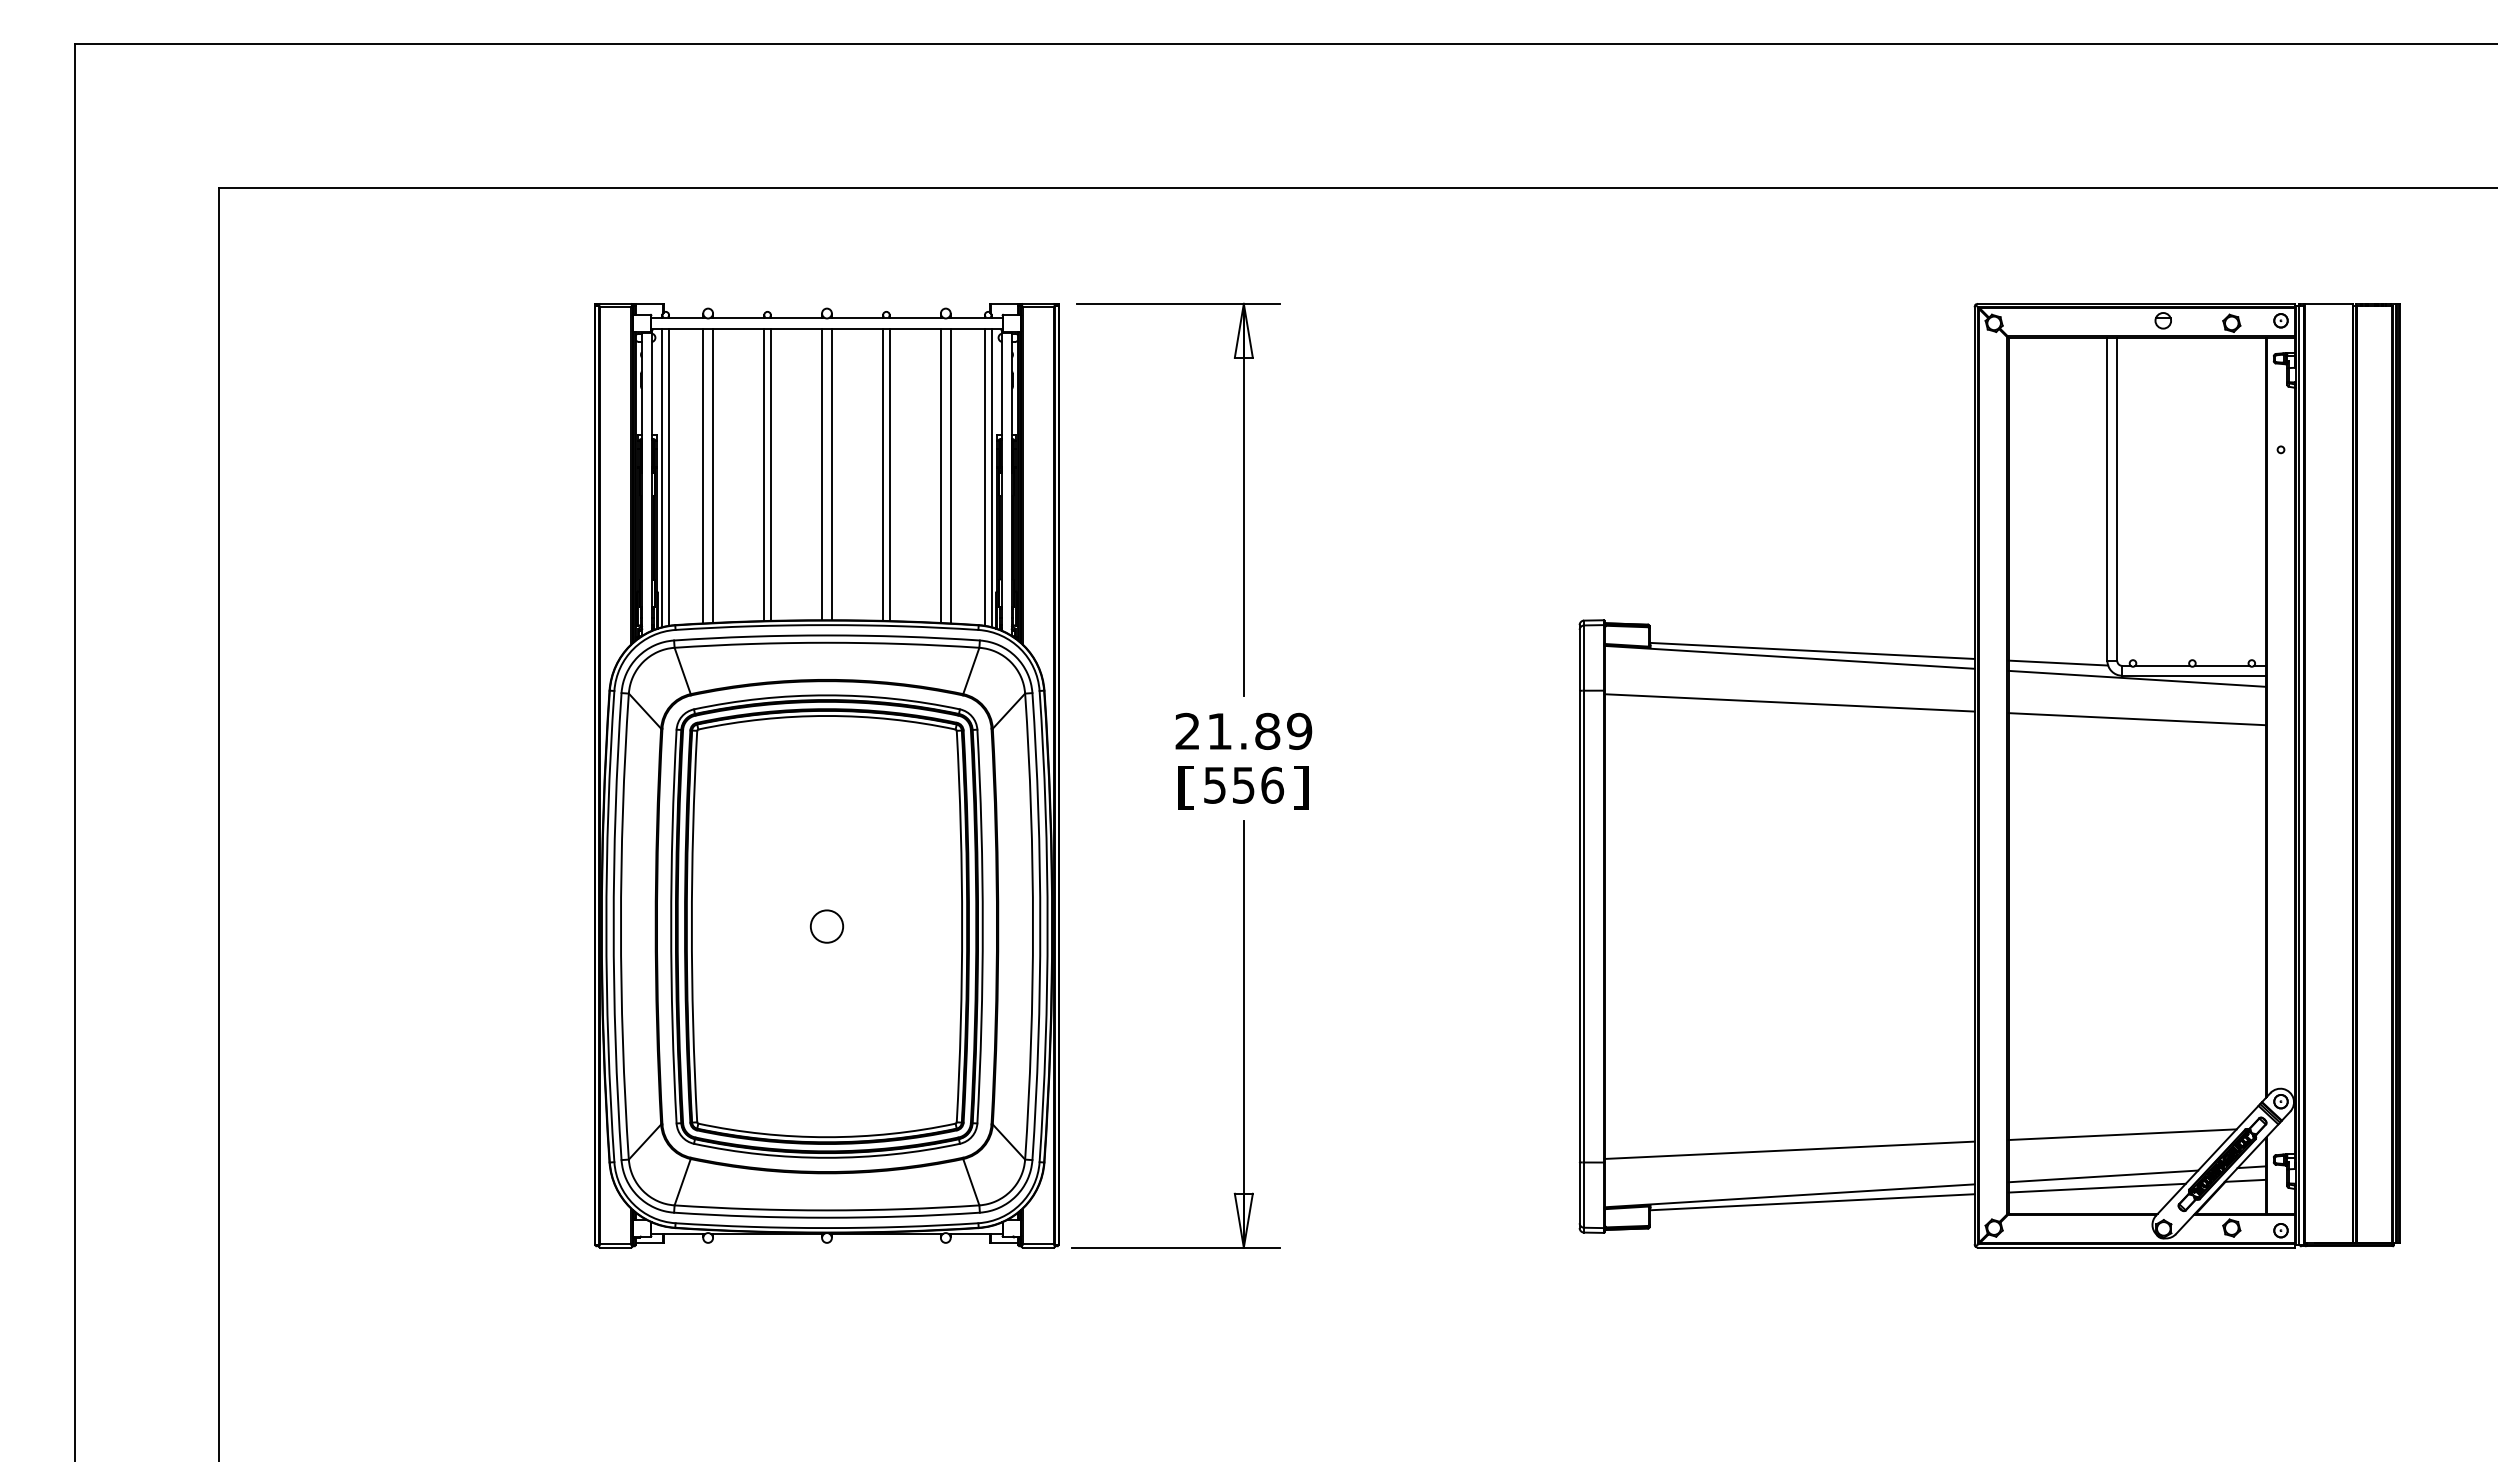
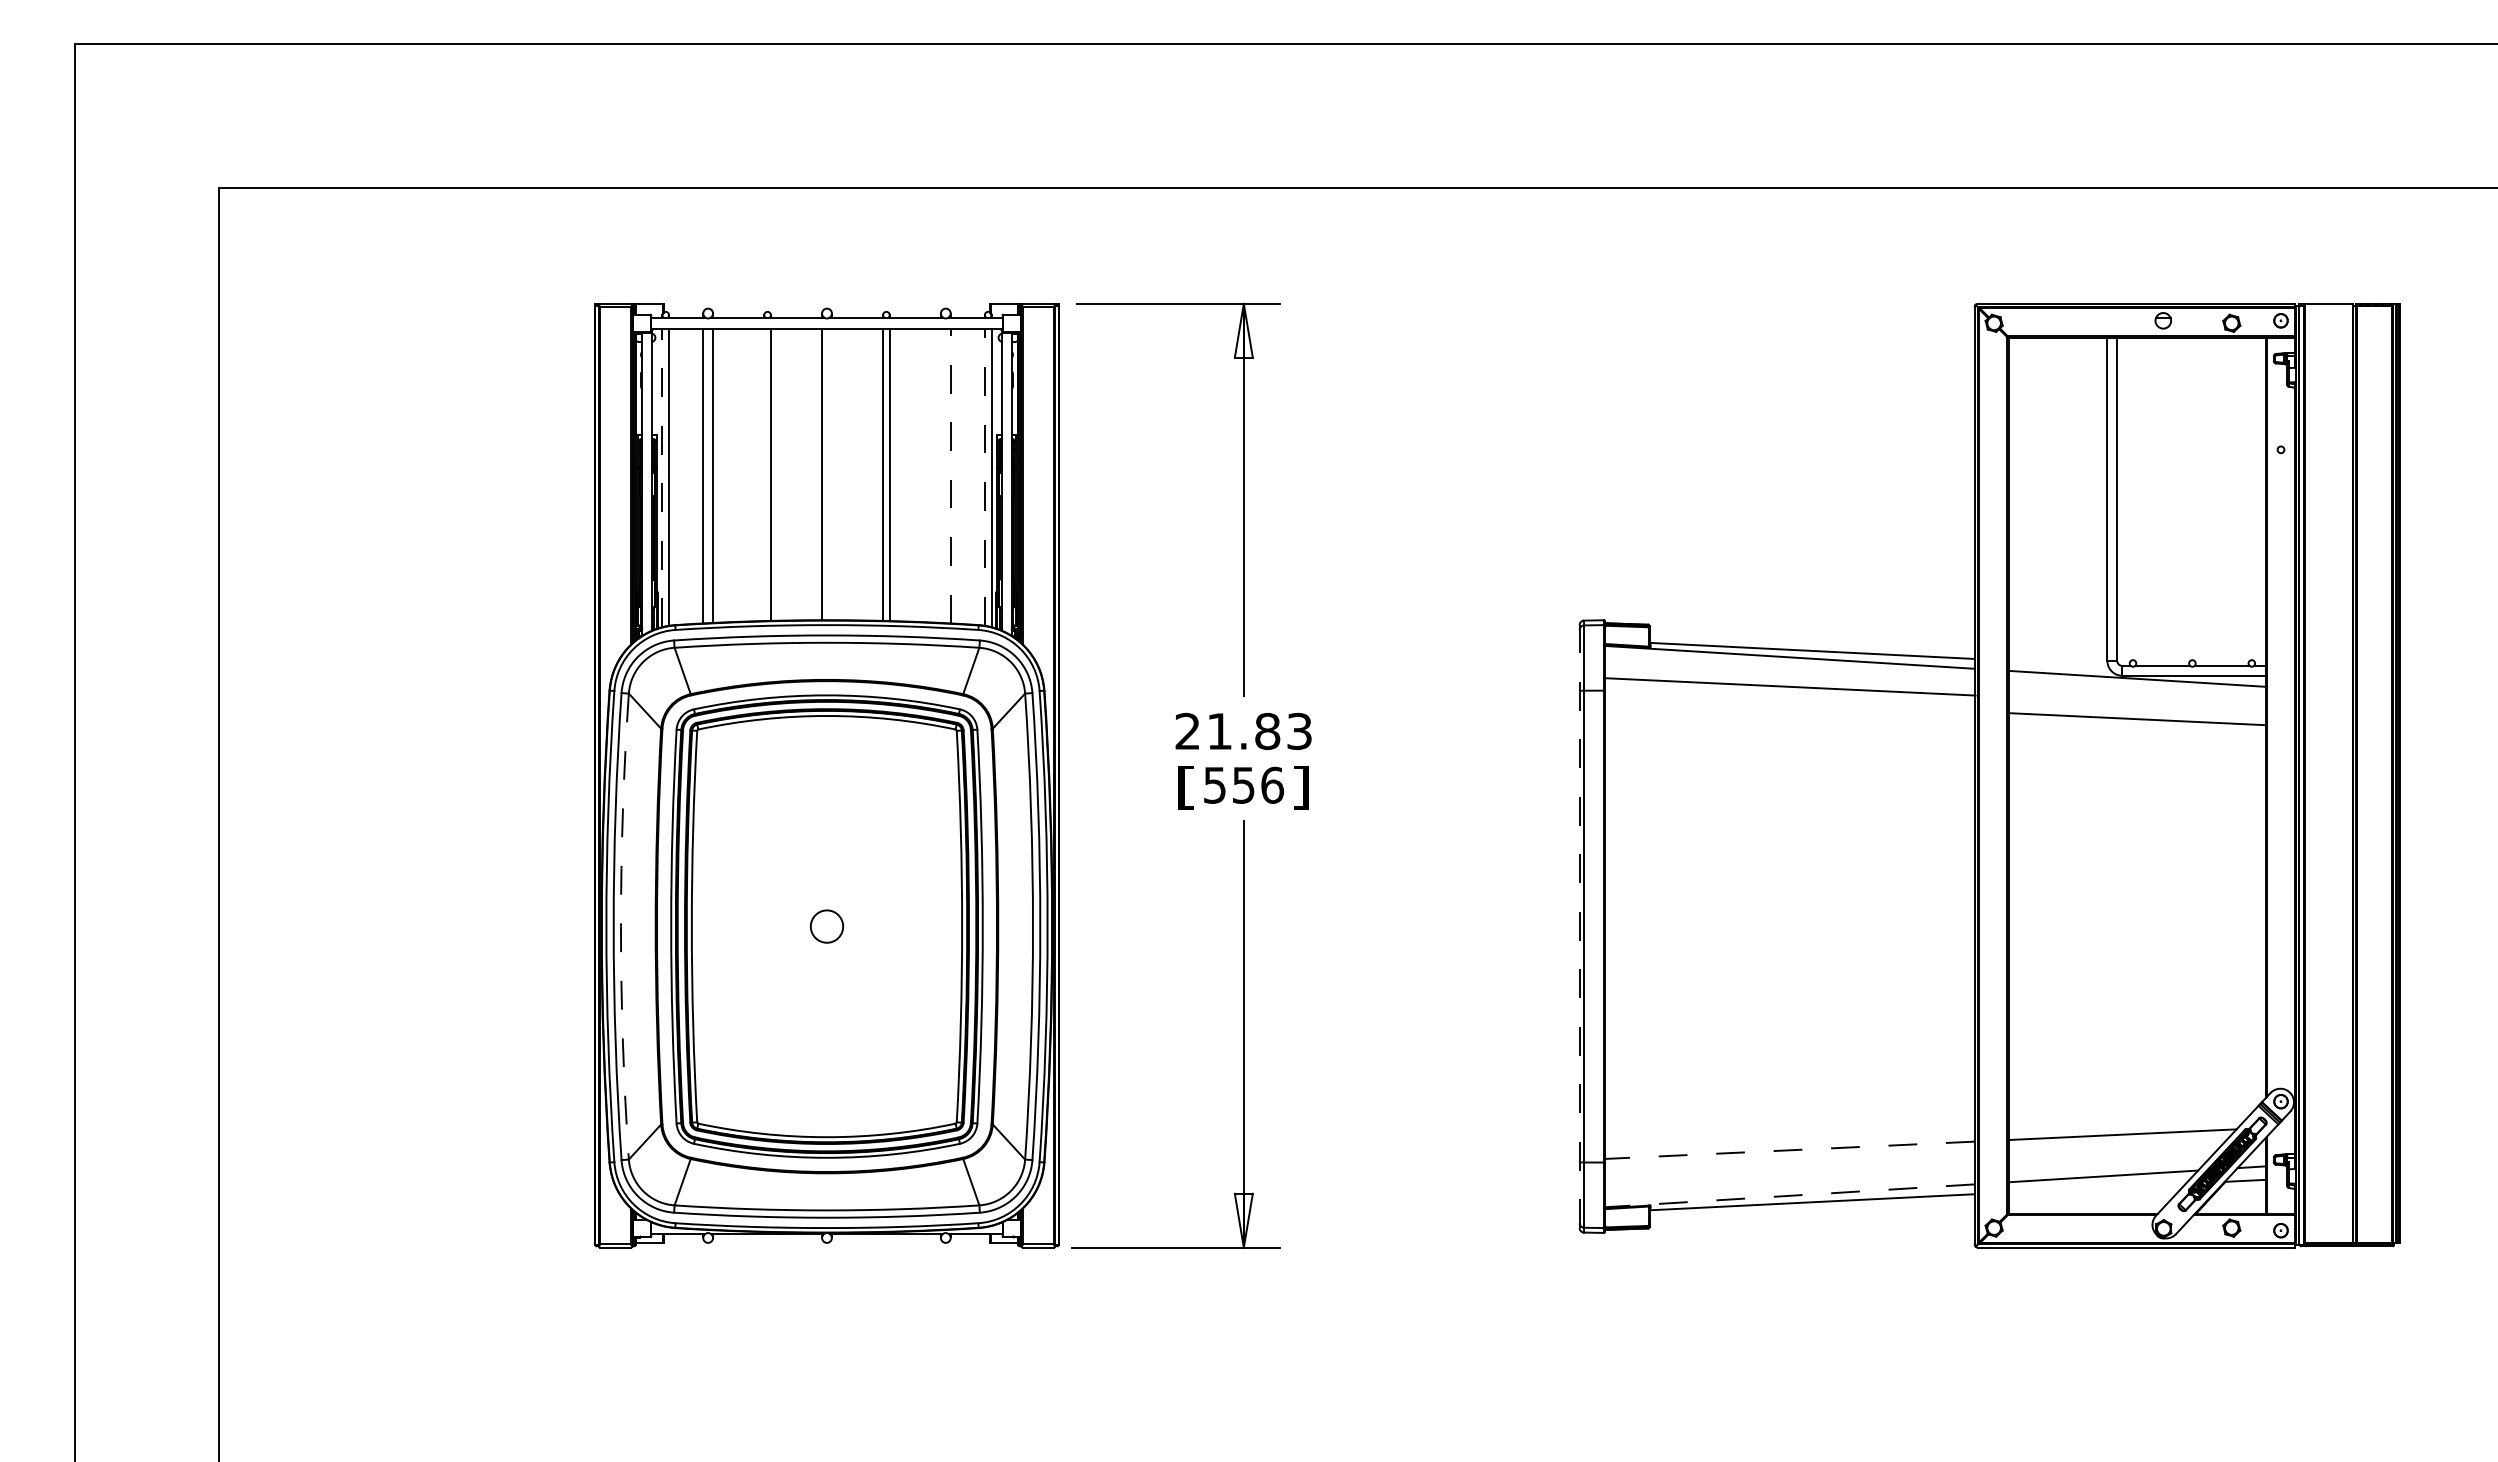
line at (831, 474): present -> none
line at (764, 475): present -> none
line at (940, 475): present -> none
line at (950, 475): solid -> dashed
line at (984, 476): solid -> dashed
line at (662, 478): solid -> dashed
line at (2058, 662): present -> none
line at (1789, 702) position: (1789, 702) -> (1790, 686)
text at (1299, 731): 21.89 -> 21.83
arc at (620, 926): solid -> dashed
line at (1579, 926): solid -> dashed
line at (1789, 1150): solid -> dashed
line at (2096, 1187): present -> none
line at (1789, 1195): solid -> dashed
